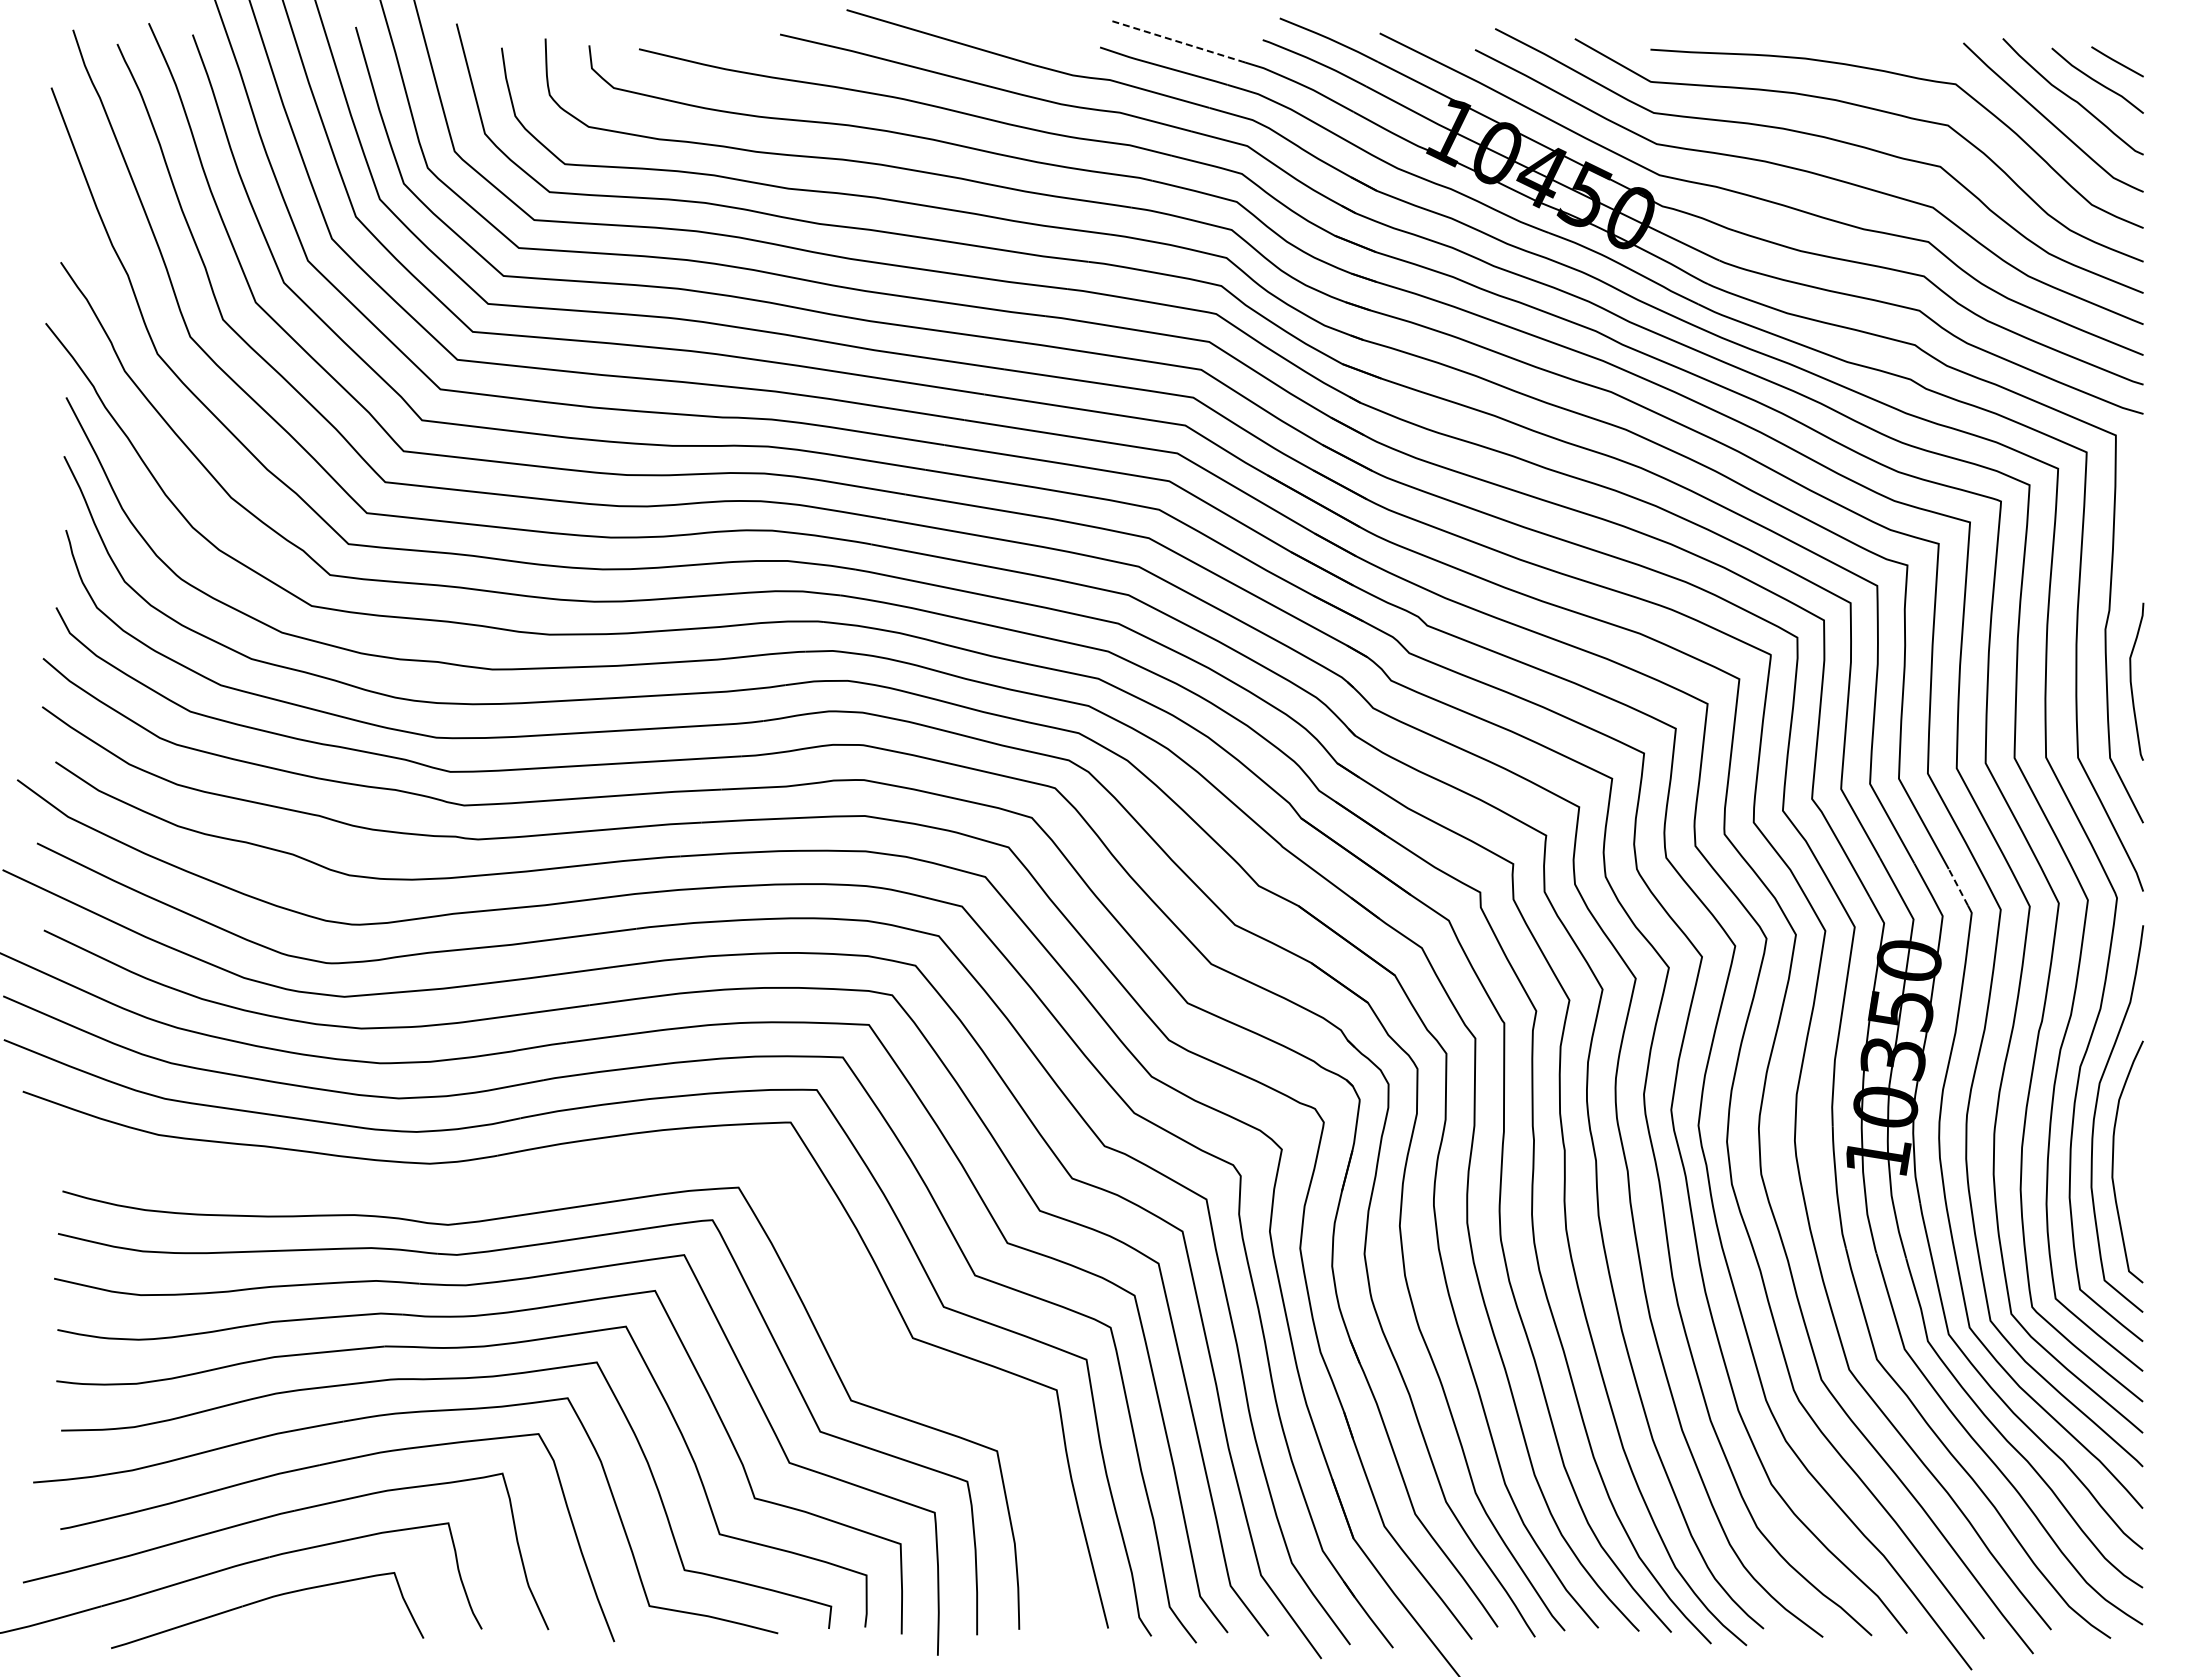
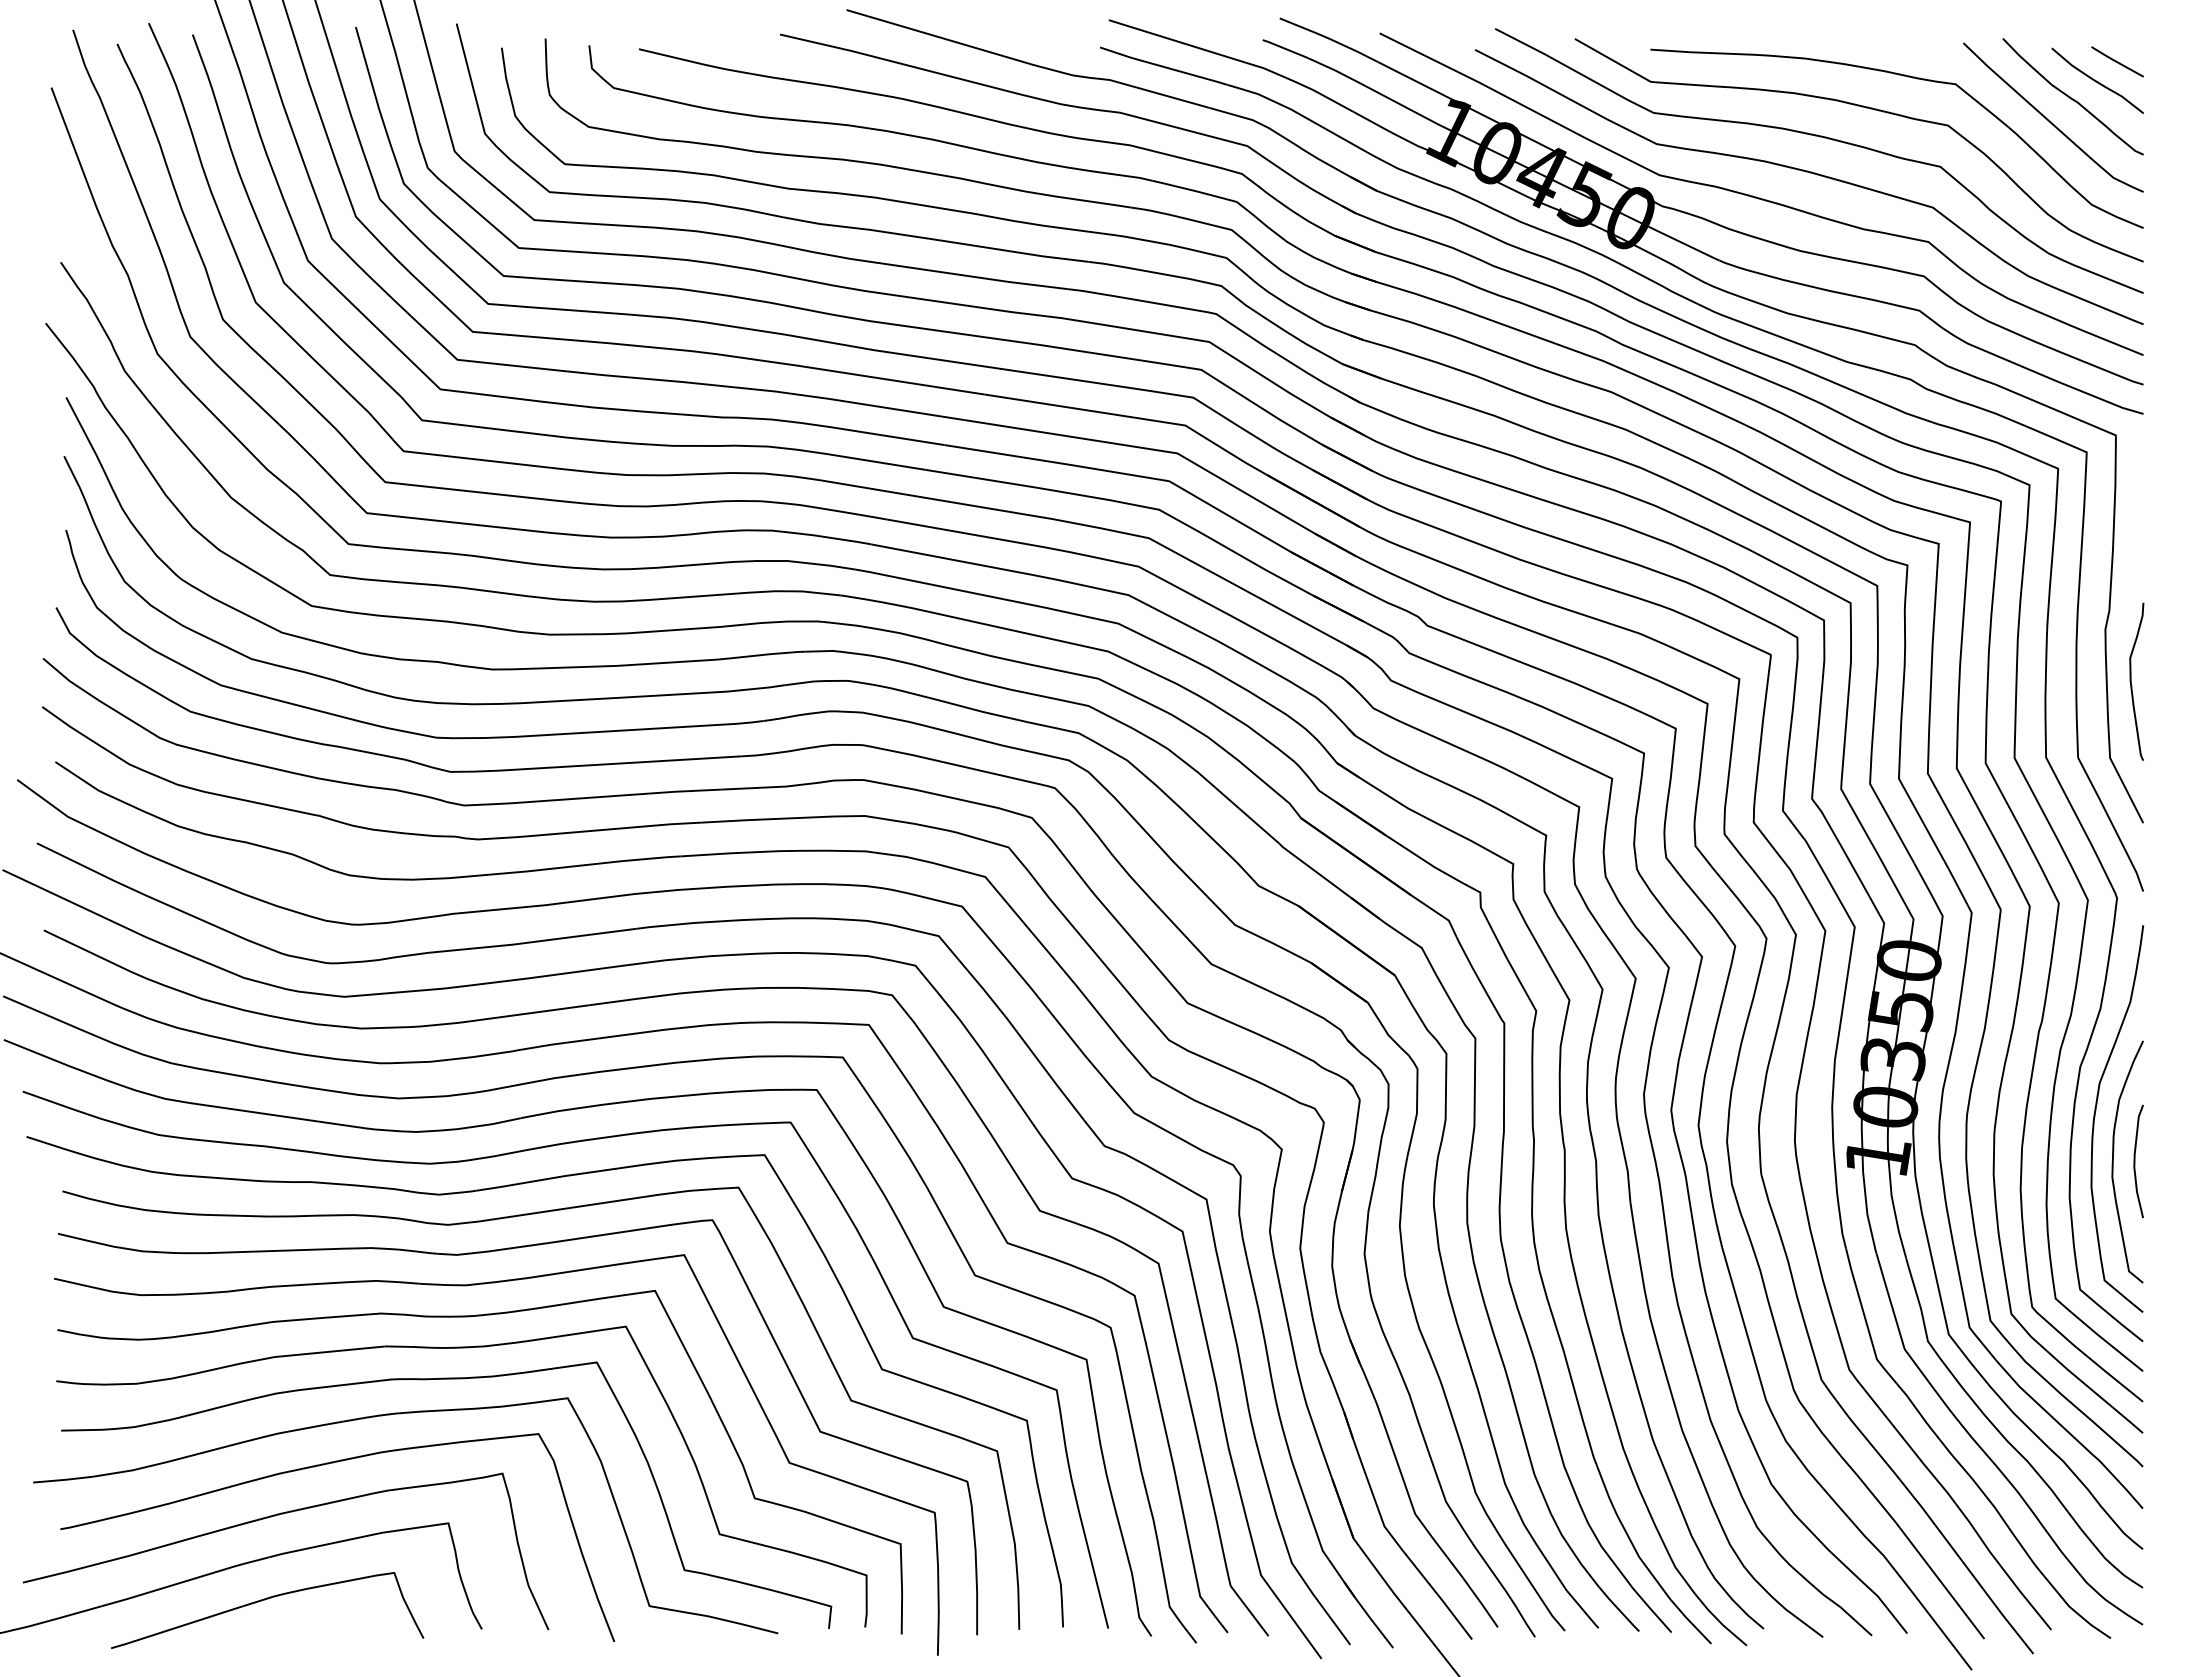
line at (1177, 41): dashed -> solid
line at (1957, 886): dashed -> solid
curve at (2135, 1161): none -> present
part at (511, 1186): none -> present
